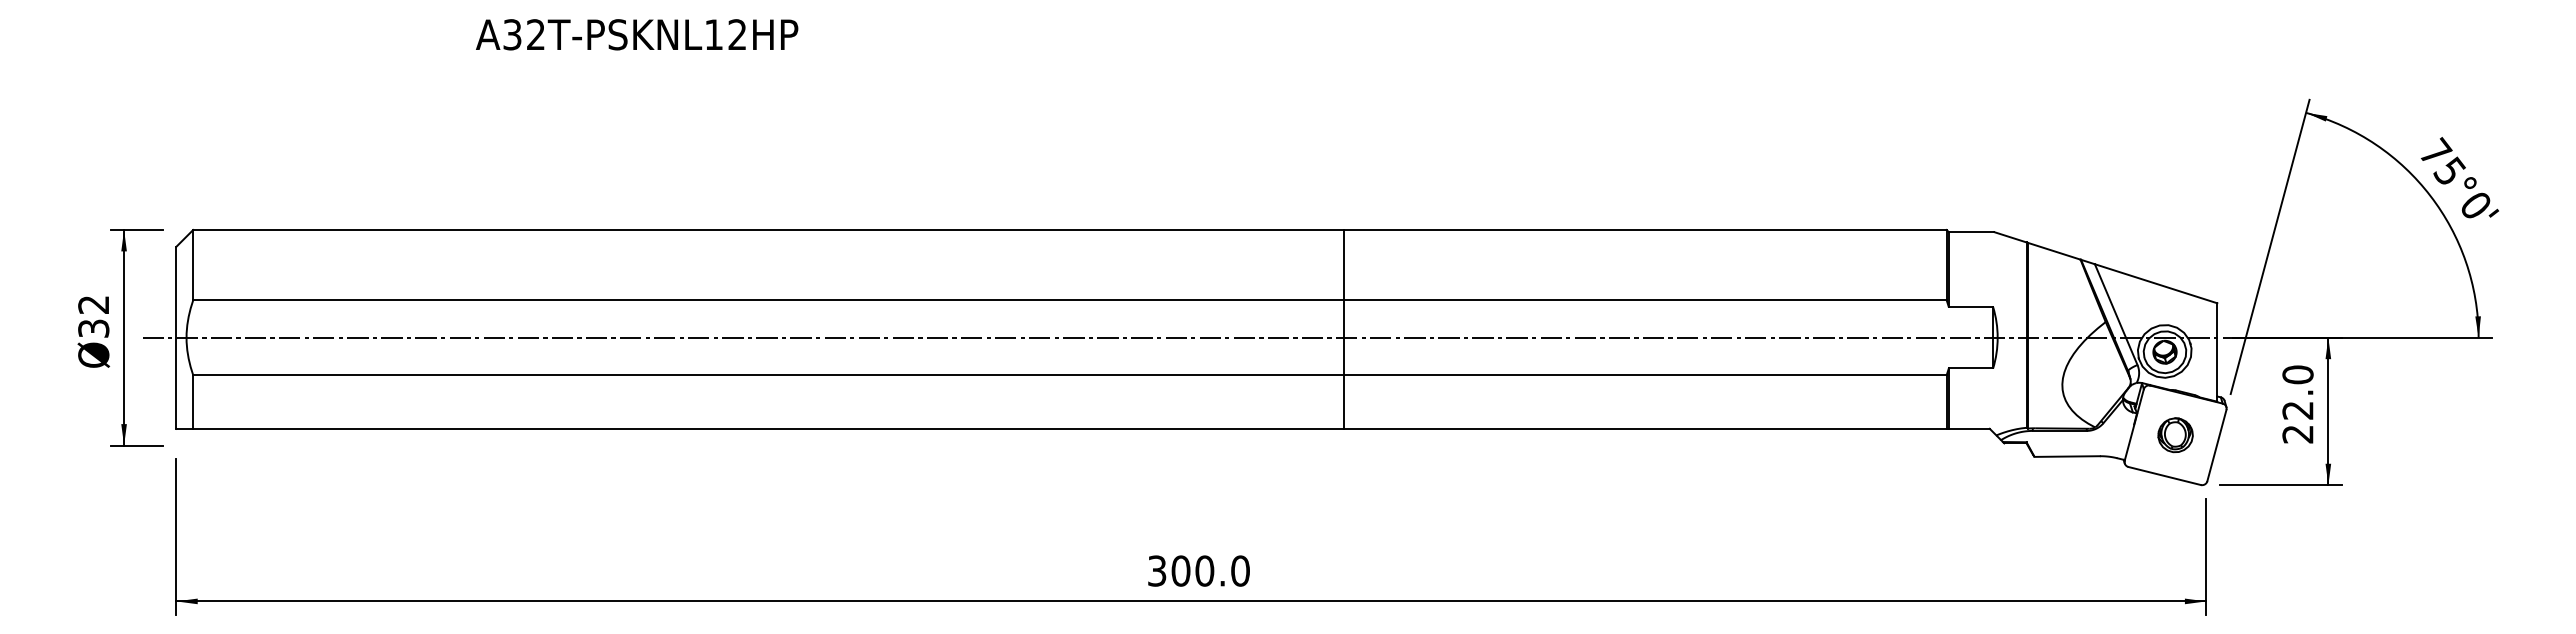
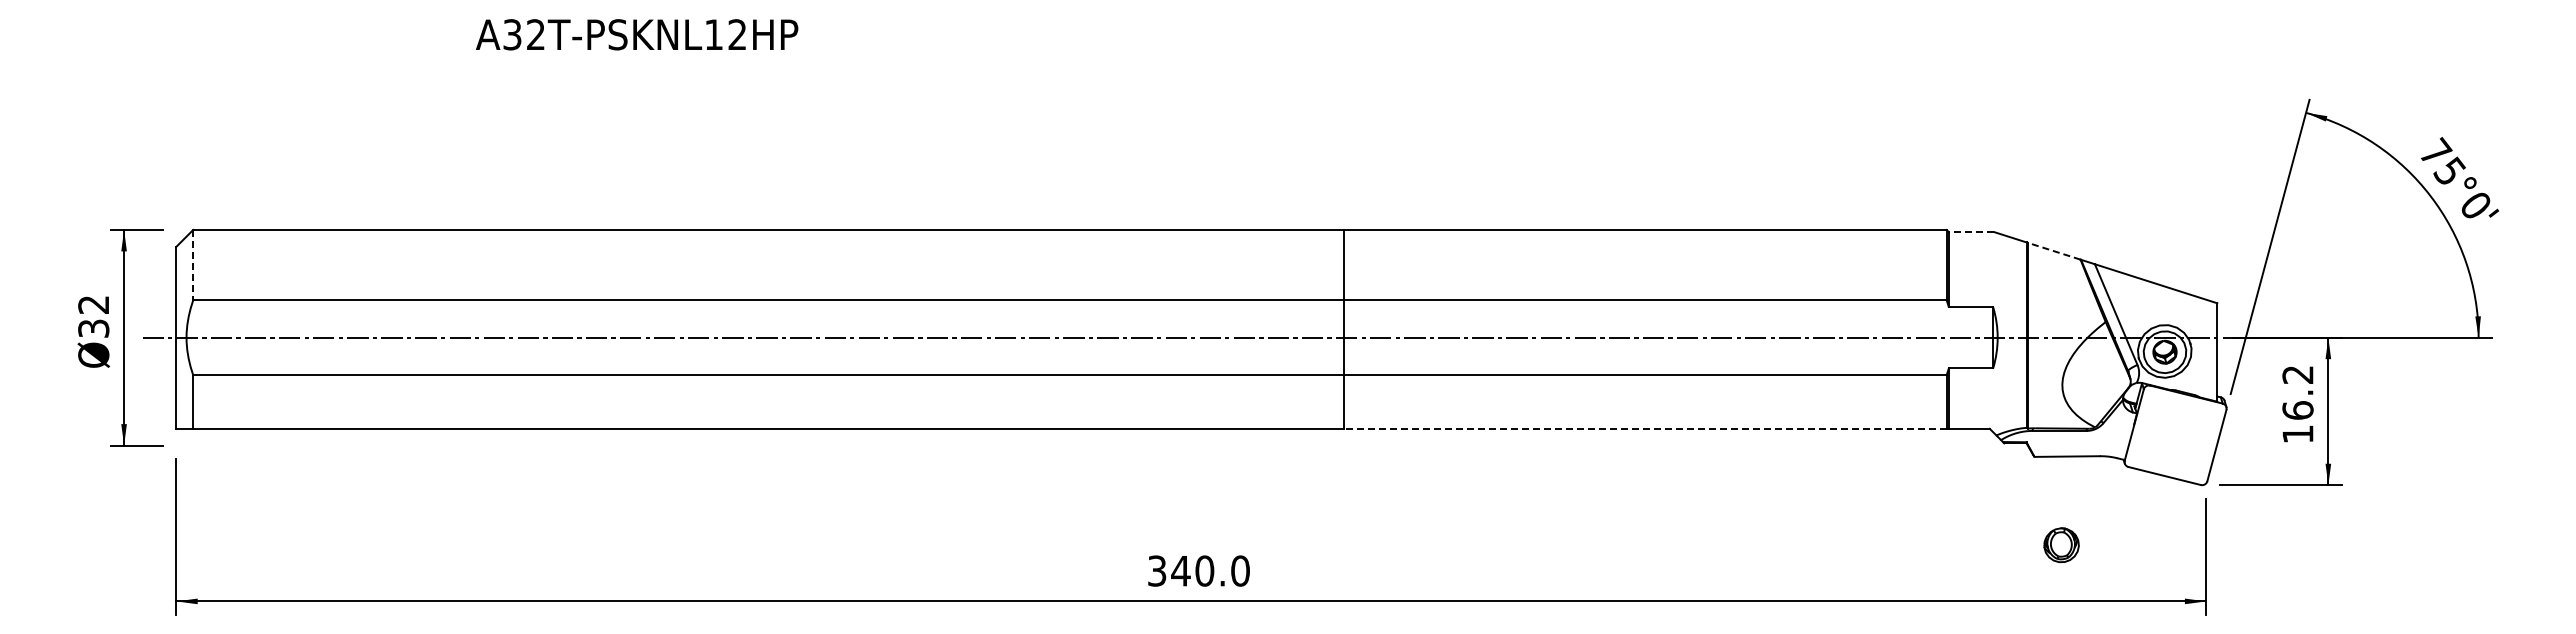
line at (1971, 232): solid -> dashed
line at (2053, 251): solid -> dashed
line at (193, 265): solid -> dashed
text at (2297, 404): 22.0 -> 16.2
line at (1645, 428): solid -> dashed
part at (2175, 435) position: (2175, 435) -> (2061, 545)
text at (1180, 570): 300.0 -> 340.0
